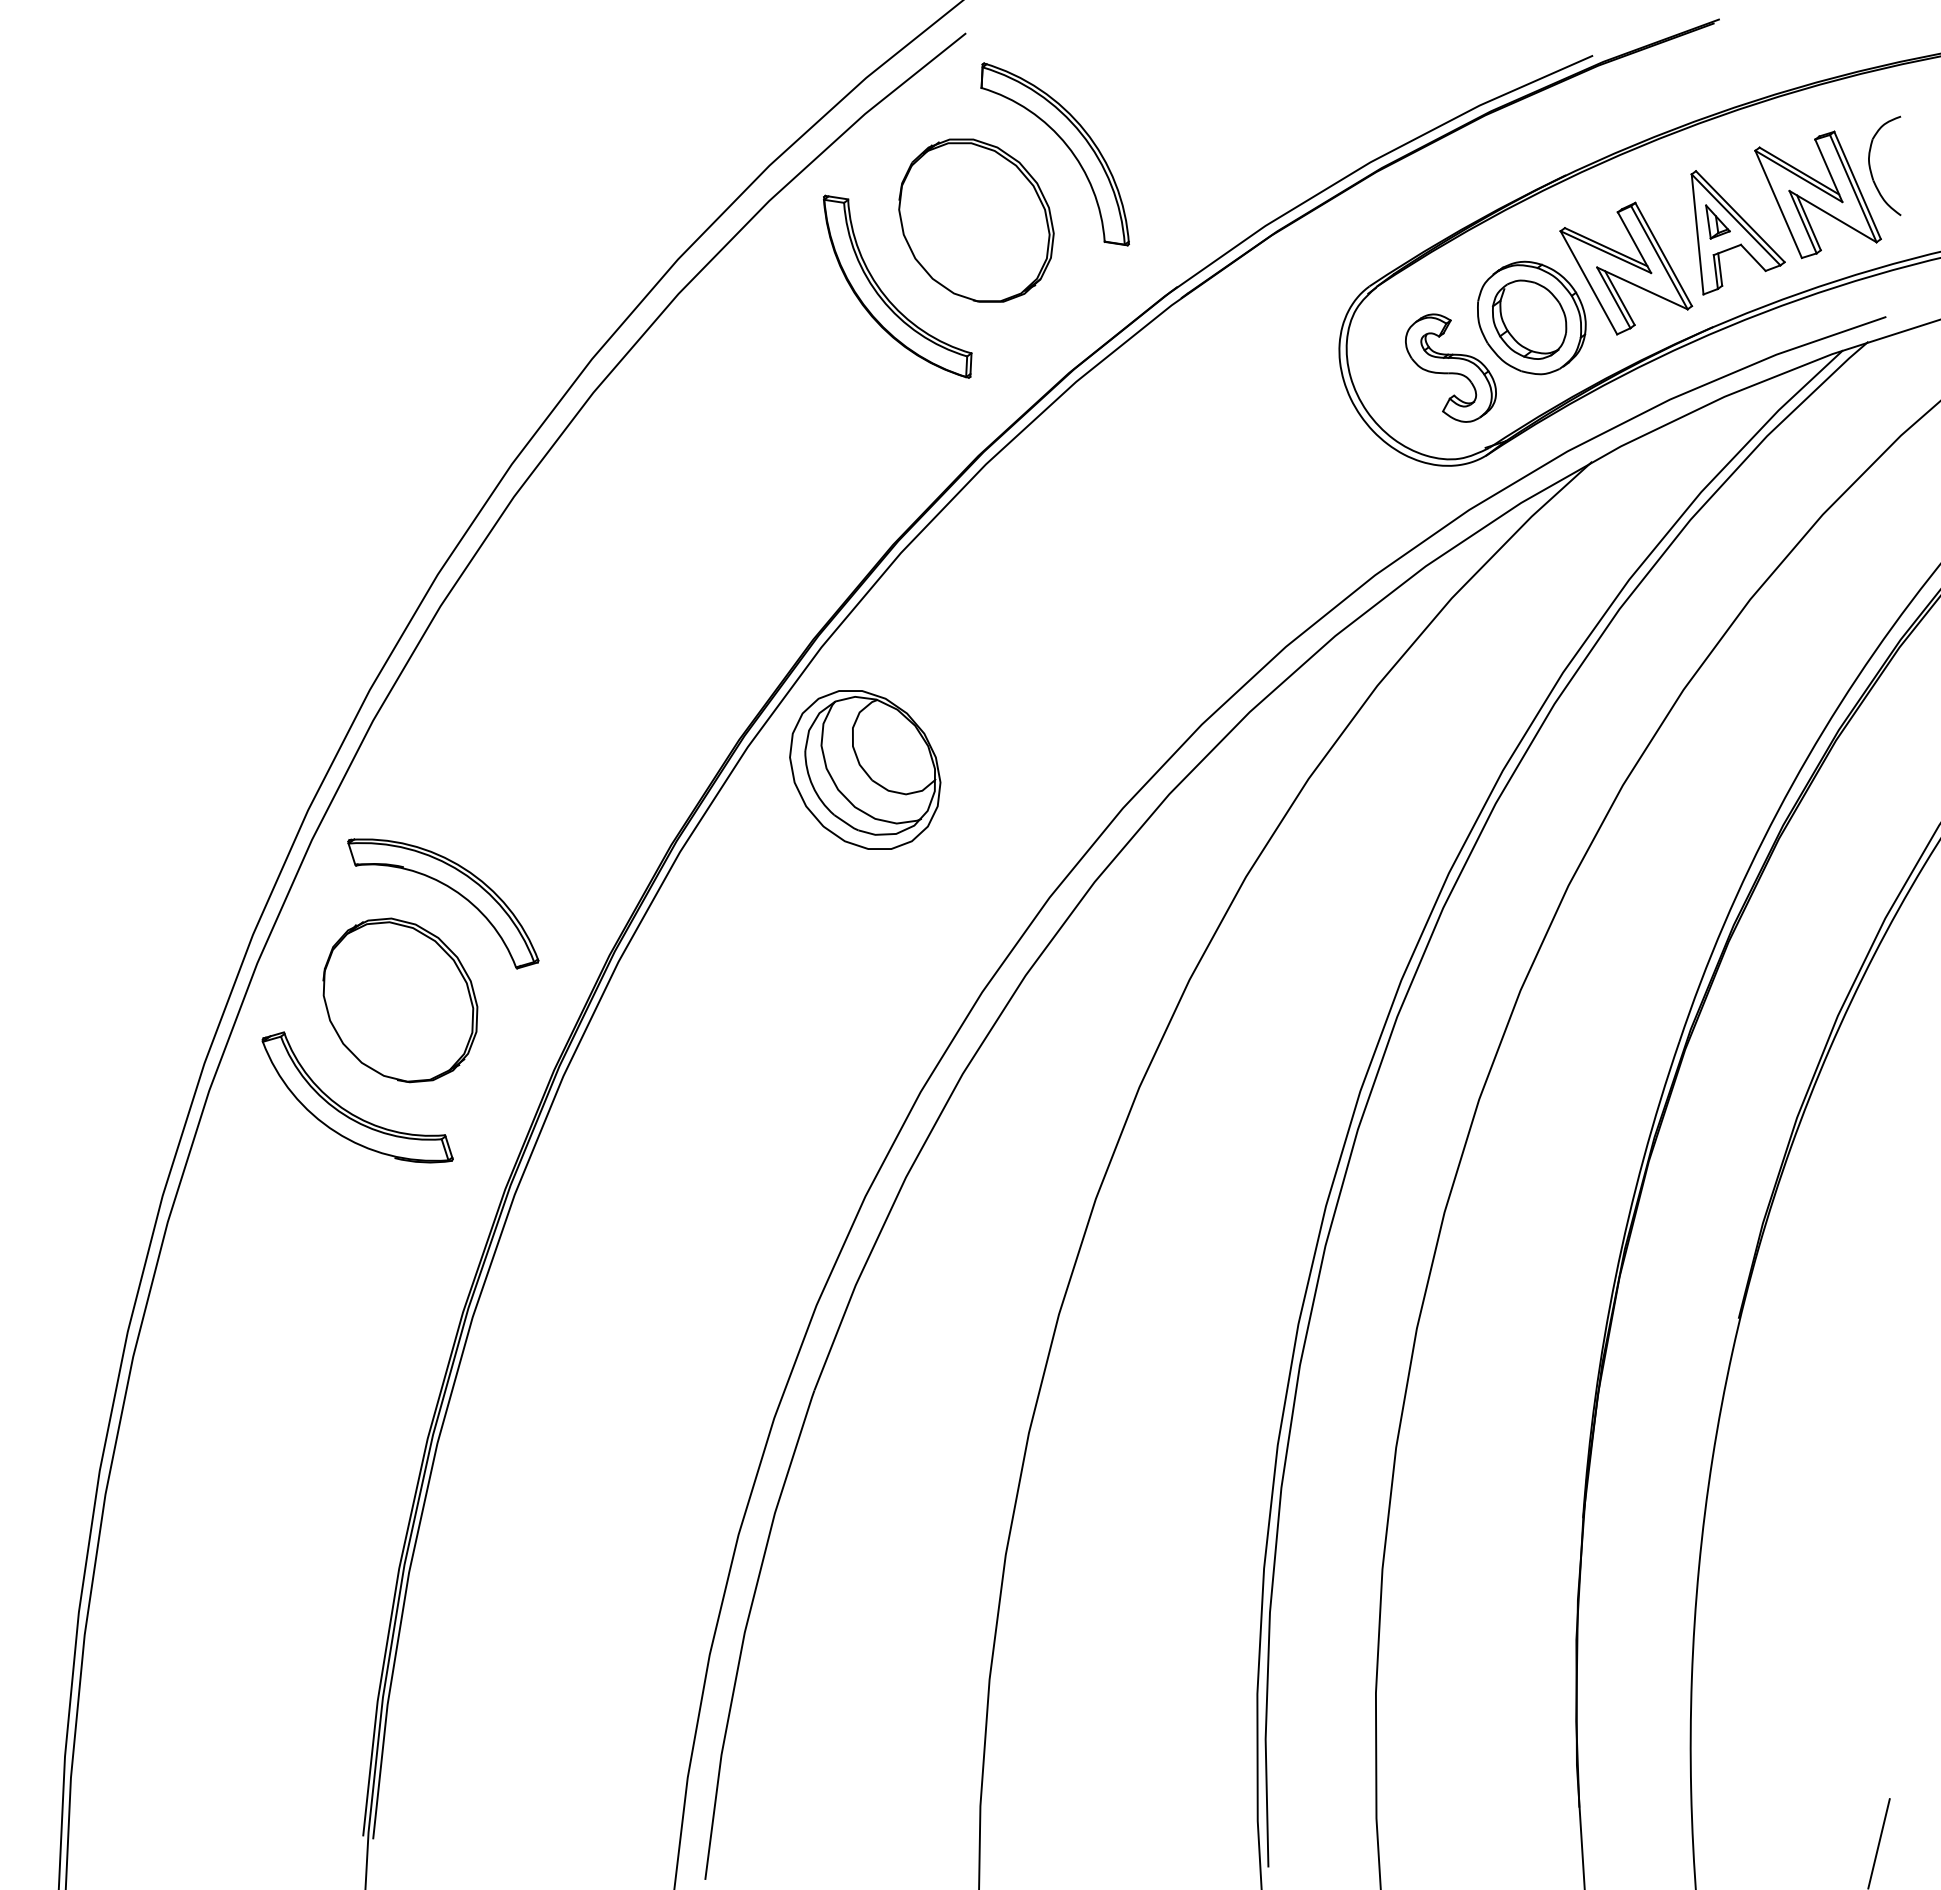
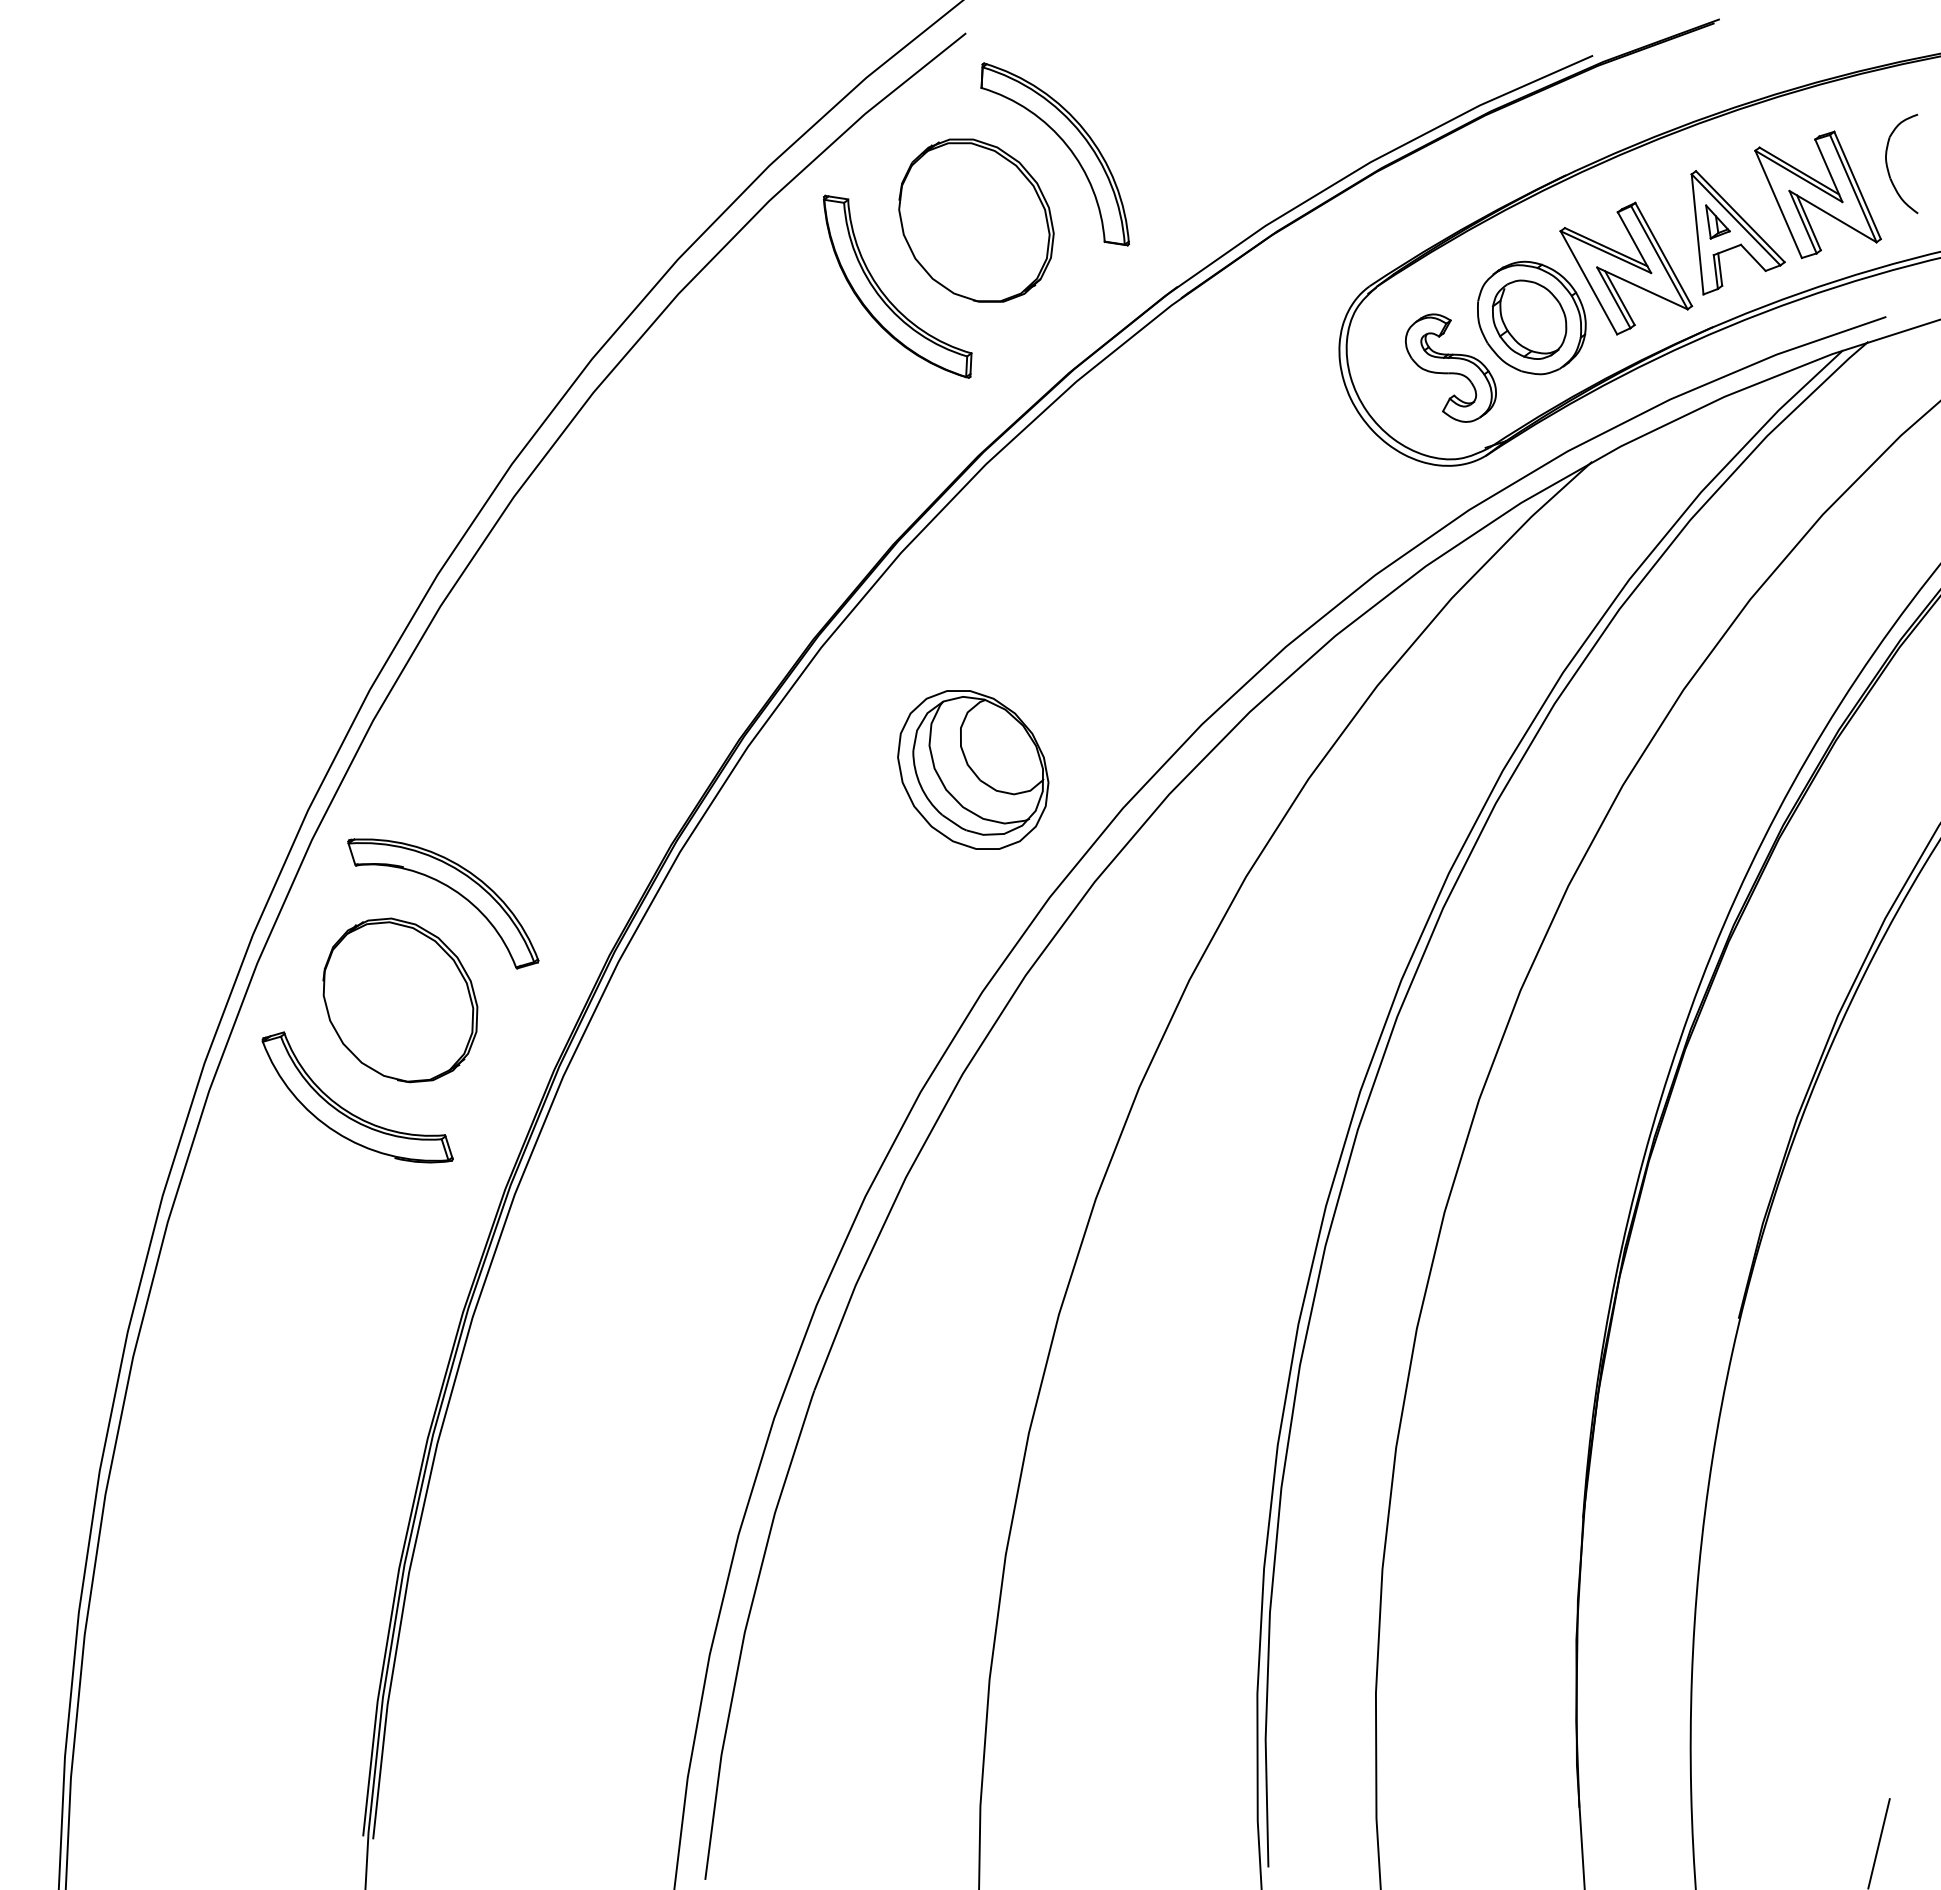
part at (1871, 169) position: (1871, 169) -> (1888, 167)
part at (865, 769) position: (865, 769) -> (973, 769)
